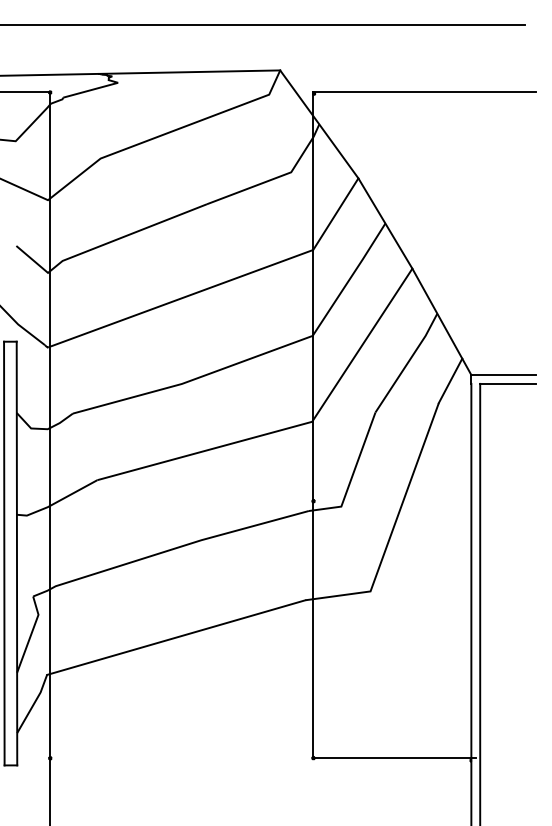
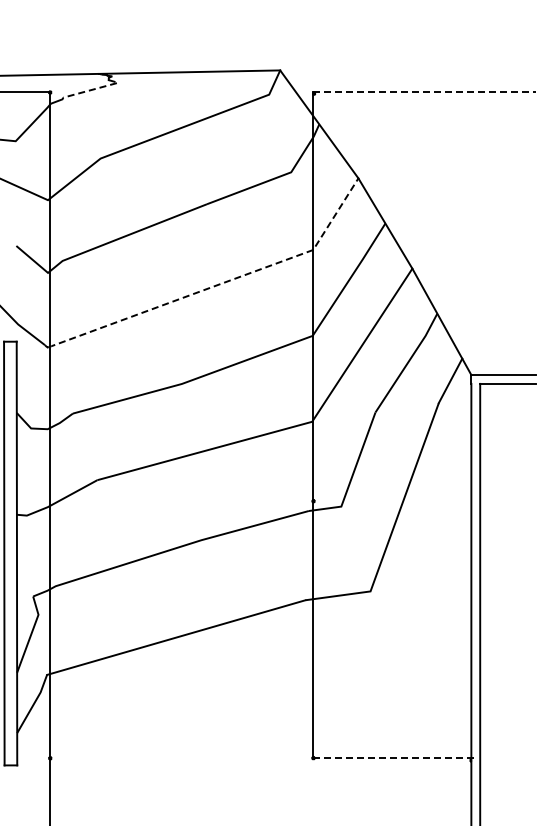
line at (263, 24): present -> none
line at (95, 88): solid -> dashed
line at (425, 91): solid -> dashed
line at (220, 284): solid -> dashed
line at (395, 757): solid -> dashed
